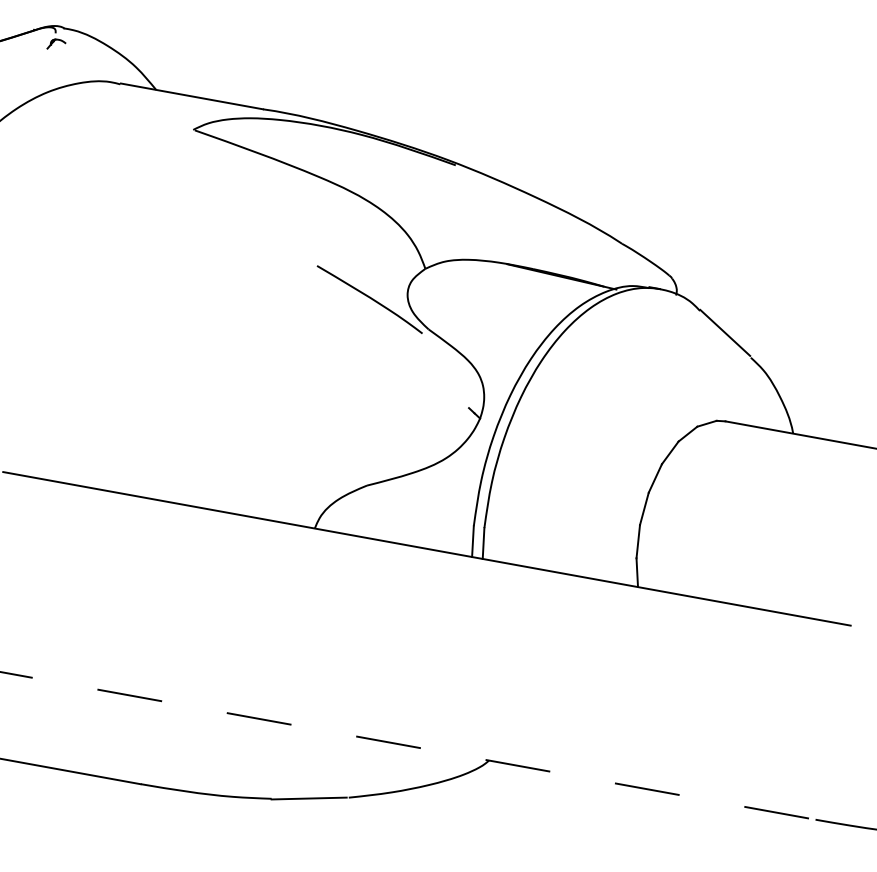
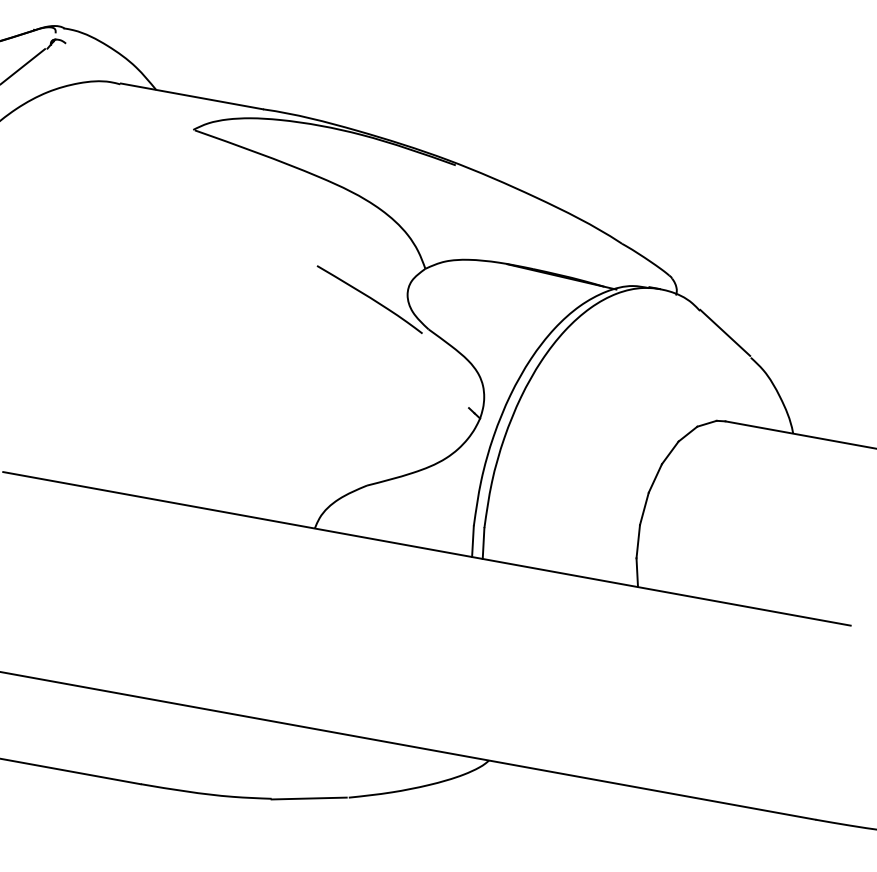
line at (23, 66): none -> present
line at (408, 745): dashed -> solid
